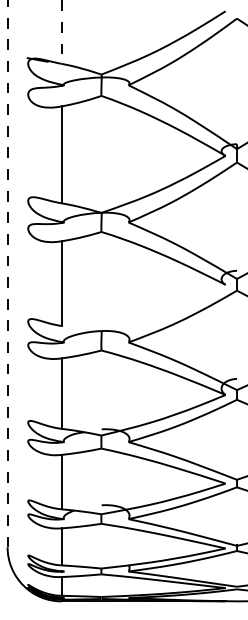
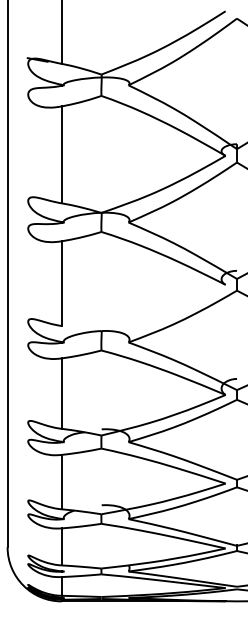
line at (61, 31): dashed -> solid
line at (7, 273): dashed -> solid
